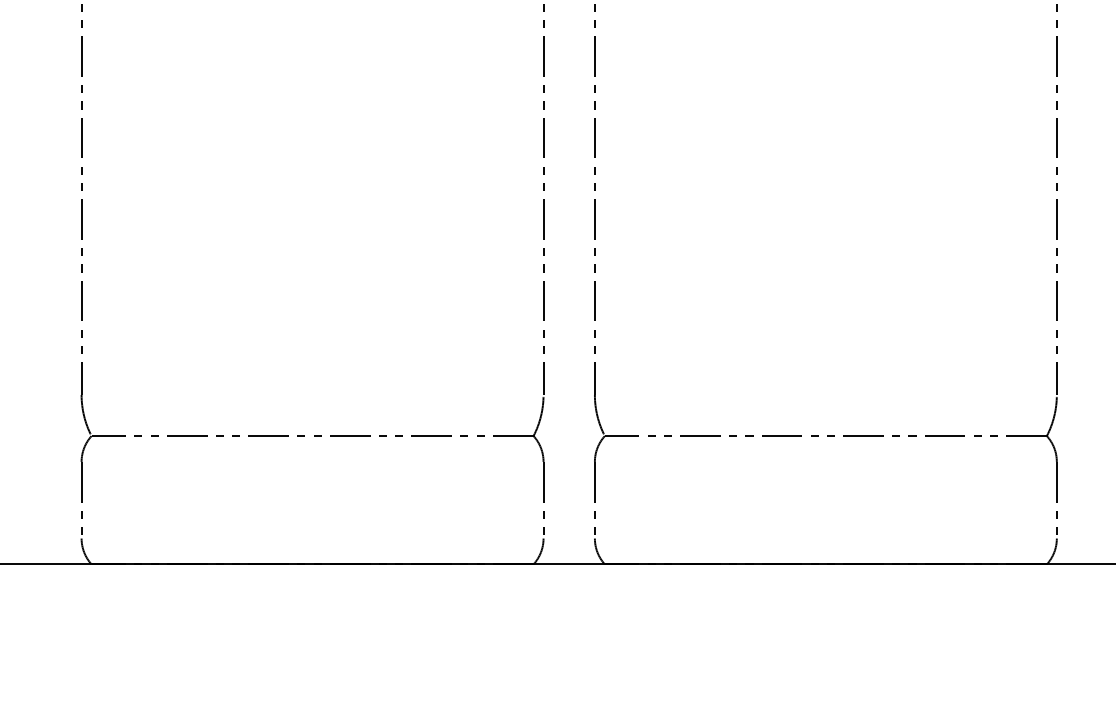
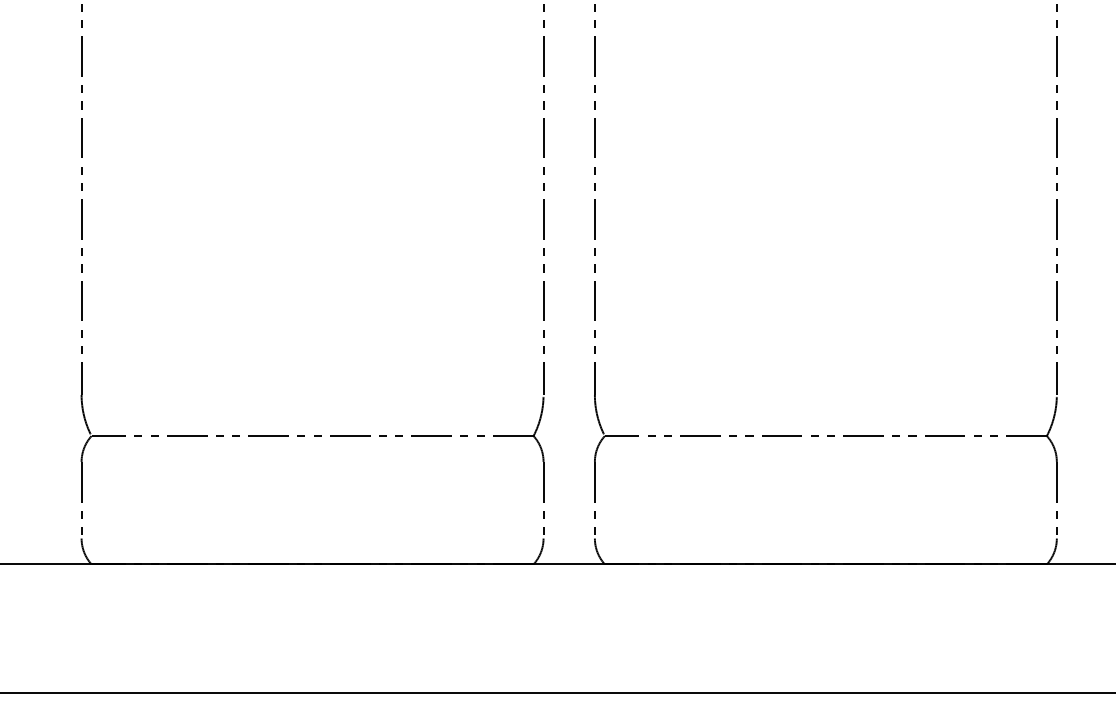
line at (557, 692): none -> present
